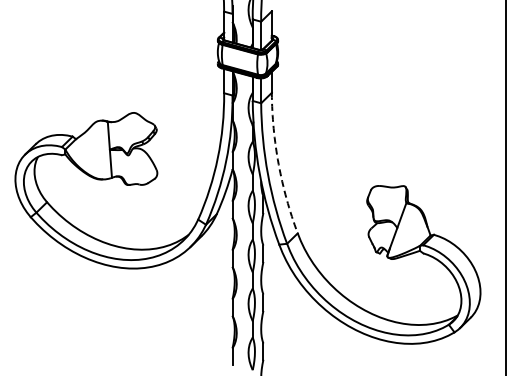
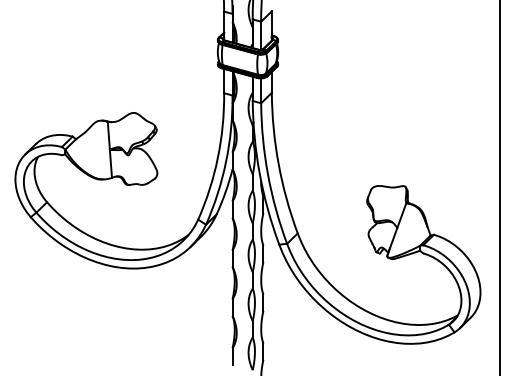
arc at (278, 164): dashed -> solid
line at (505, 187) position: (505, 187) -> (499, 187)
